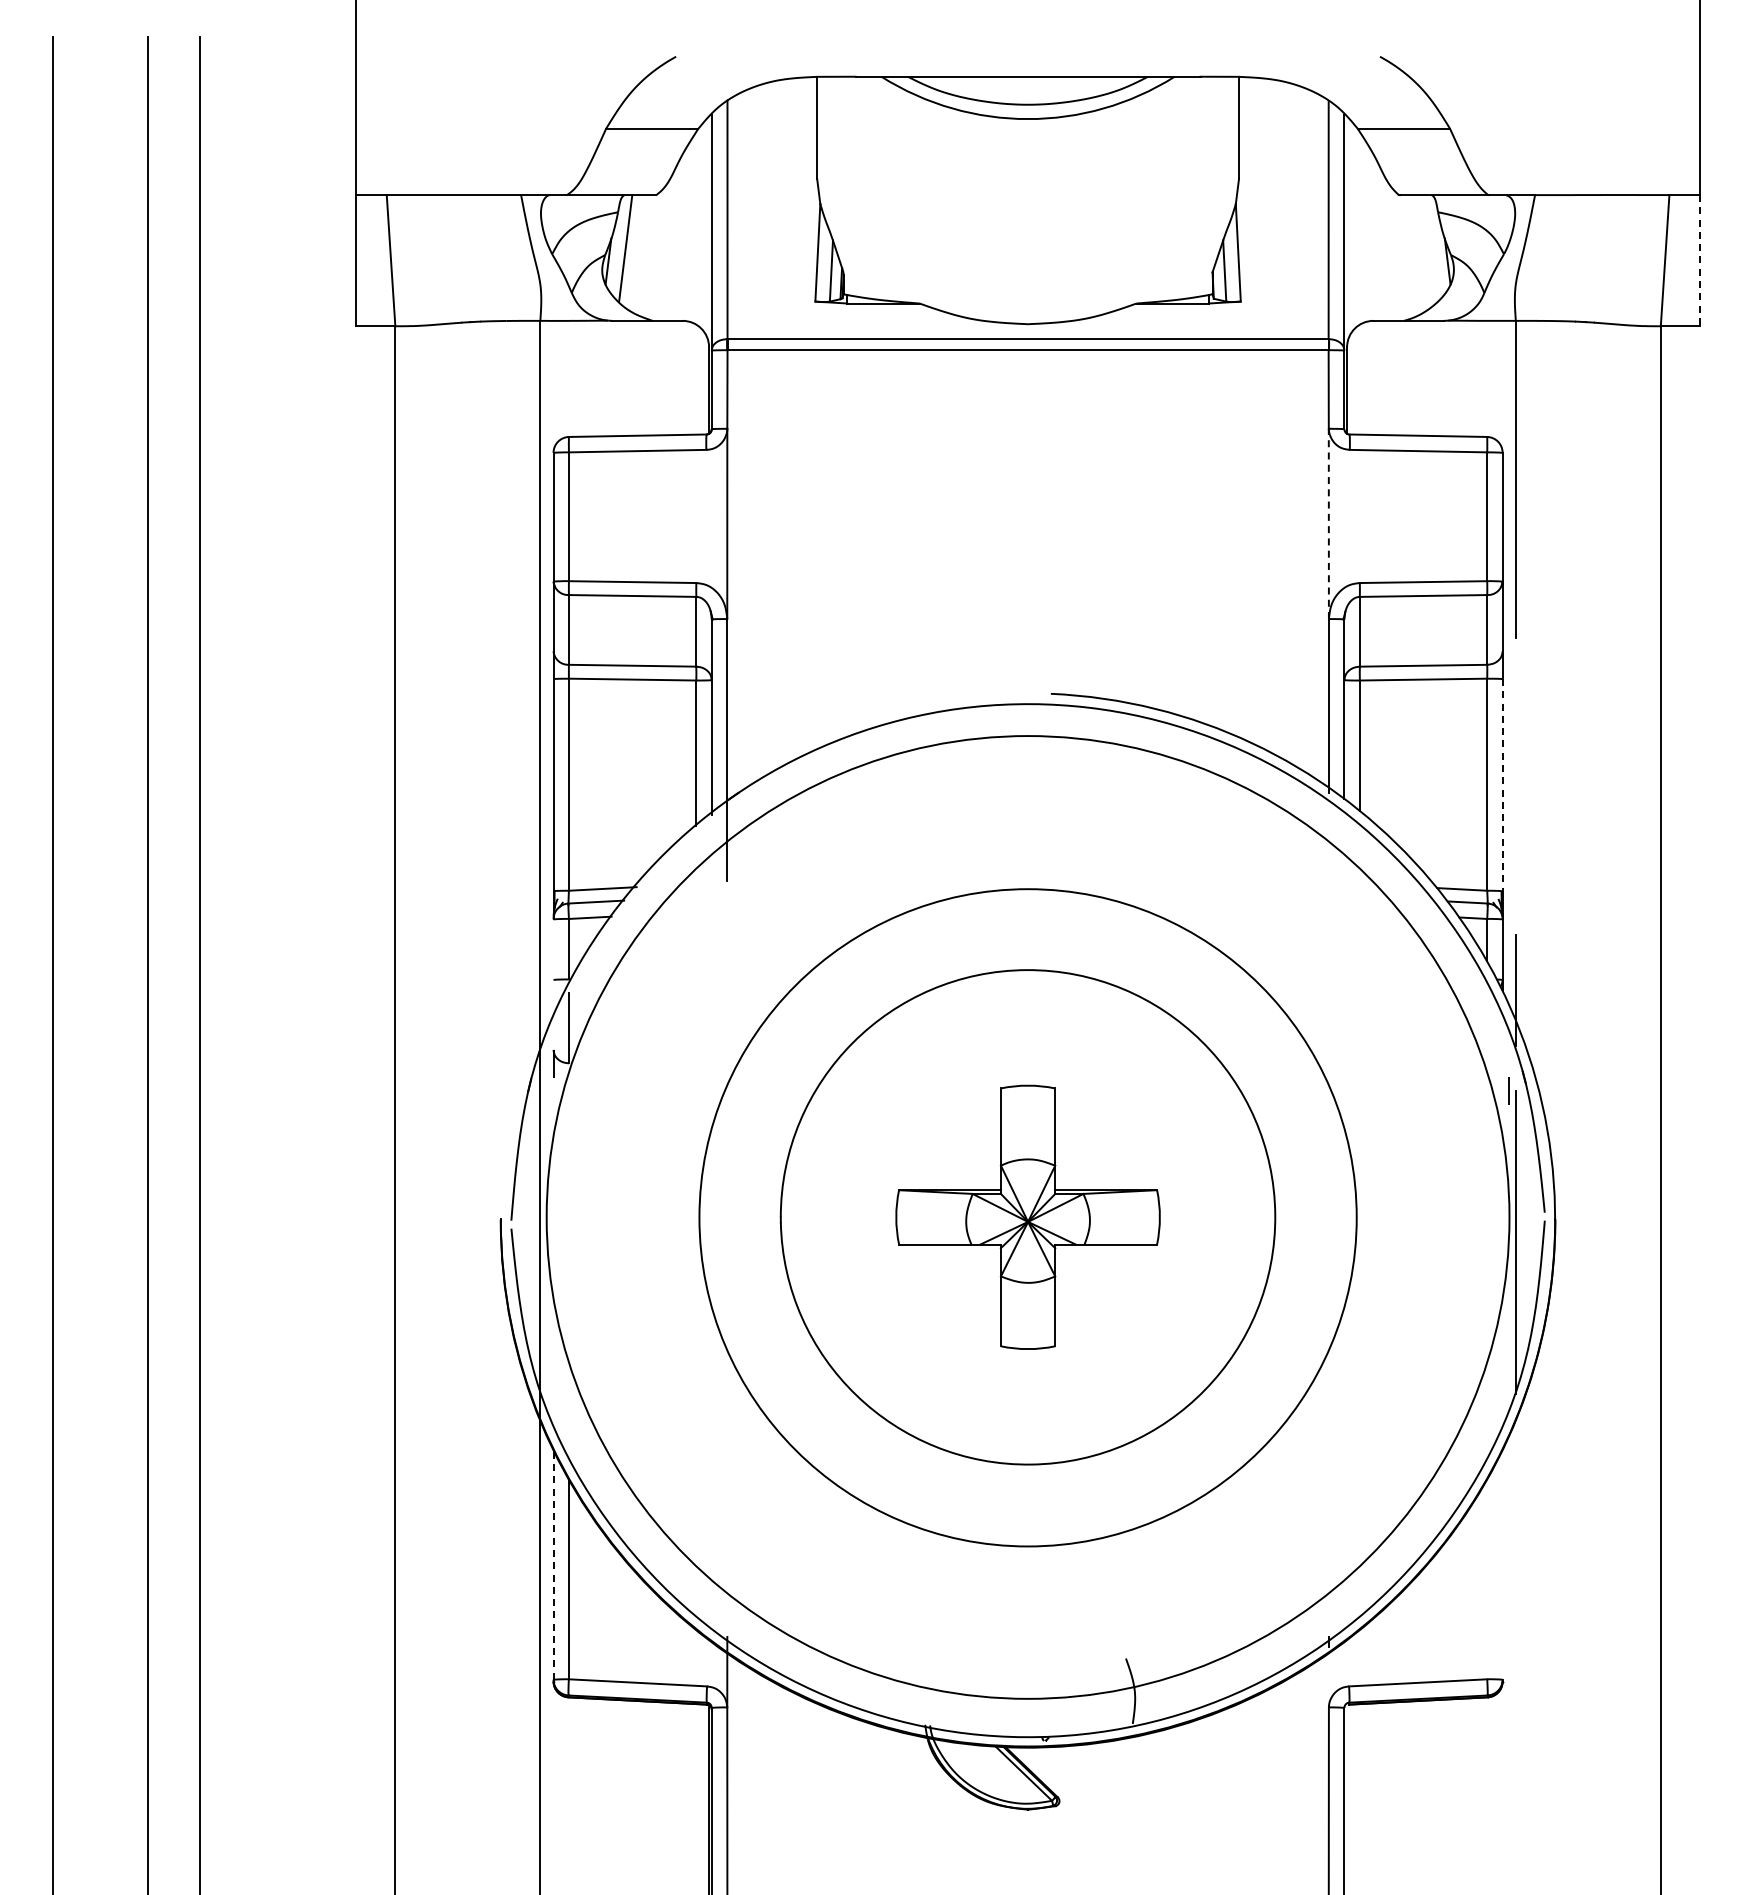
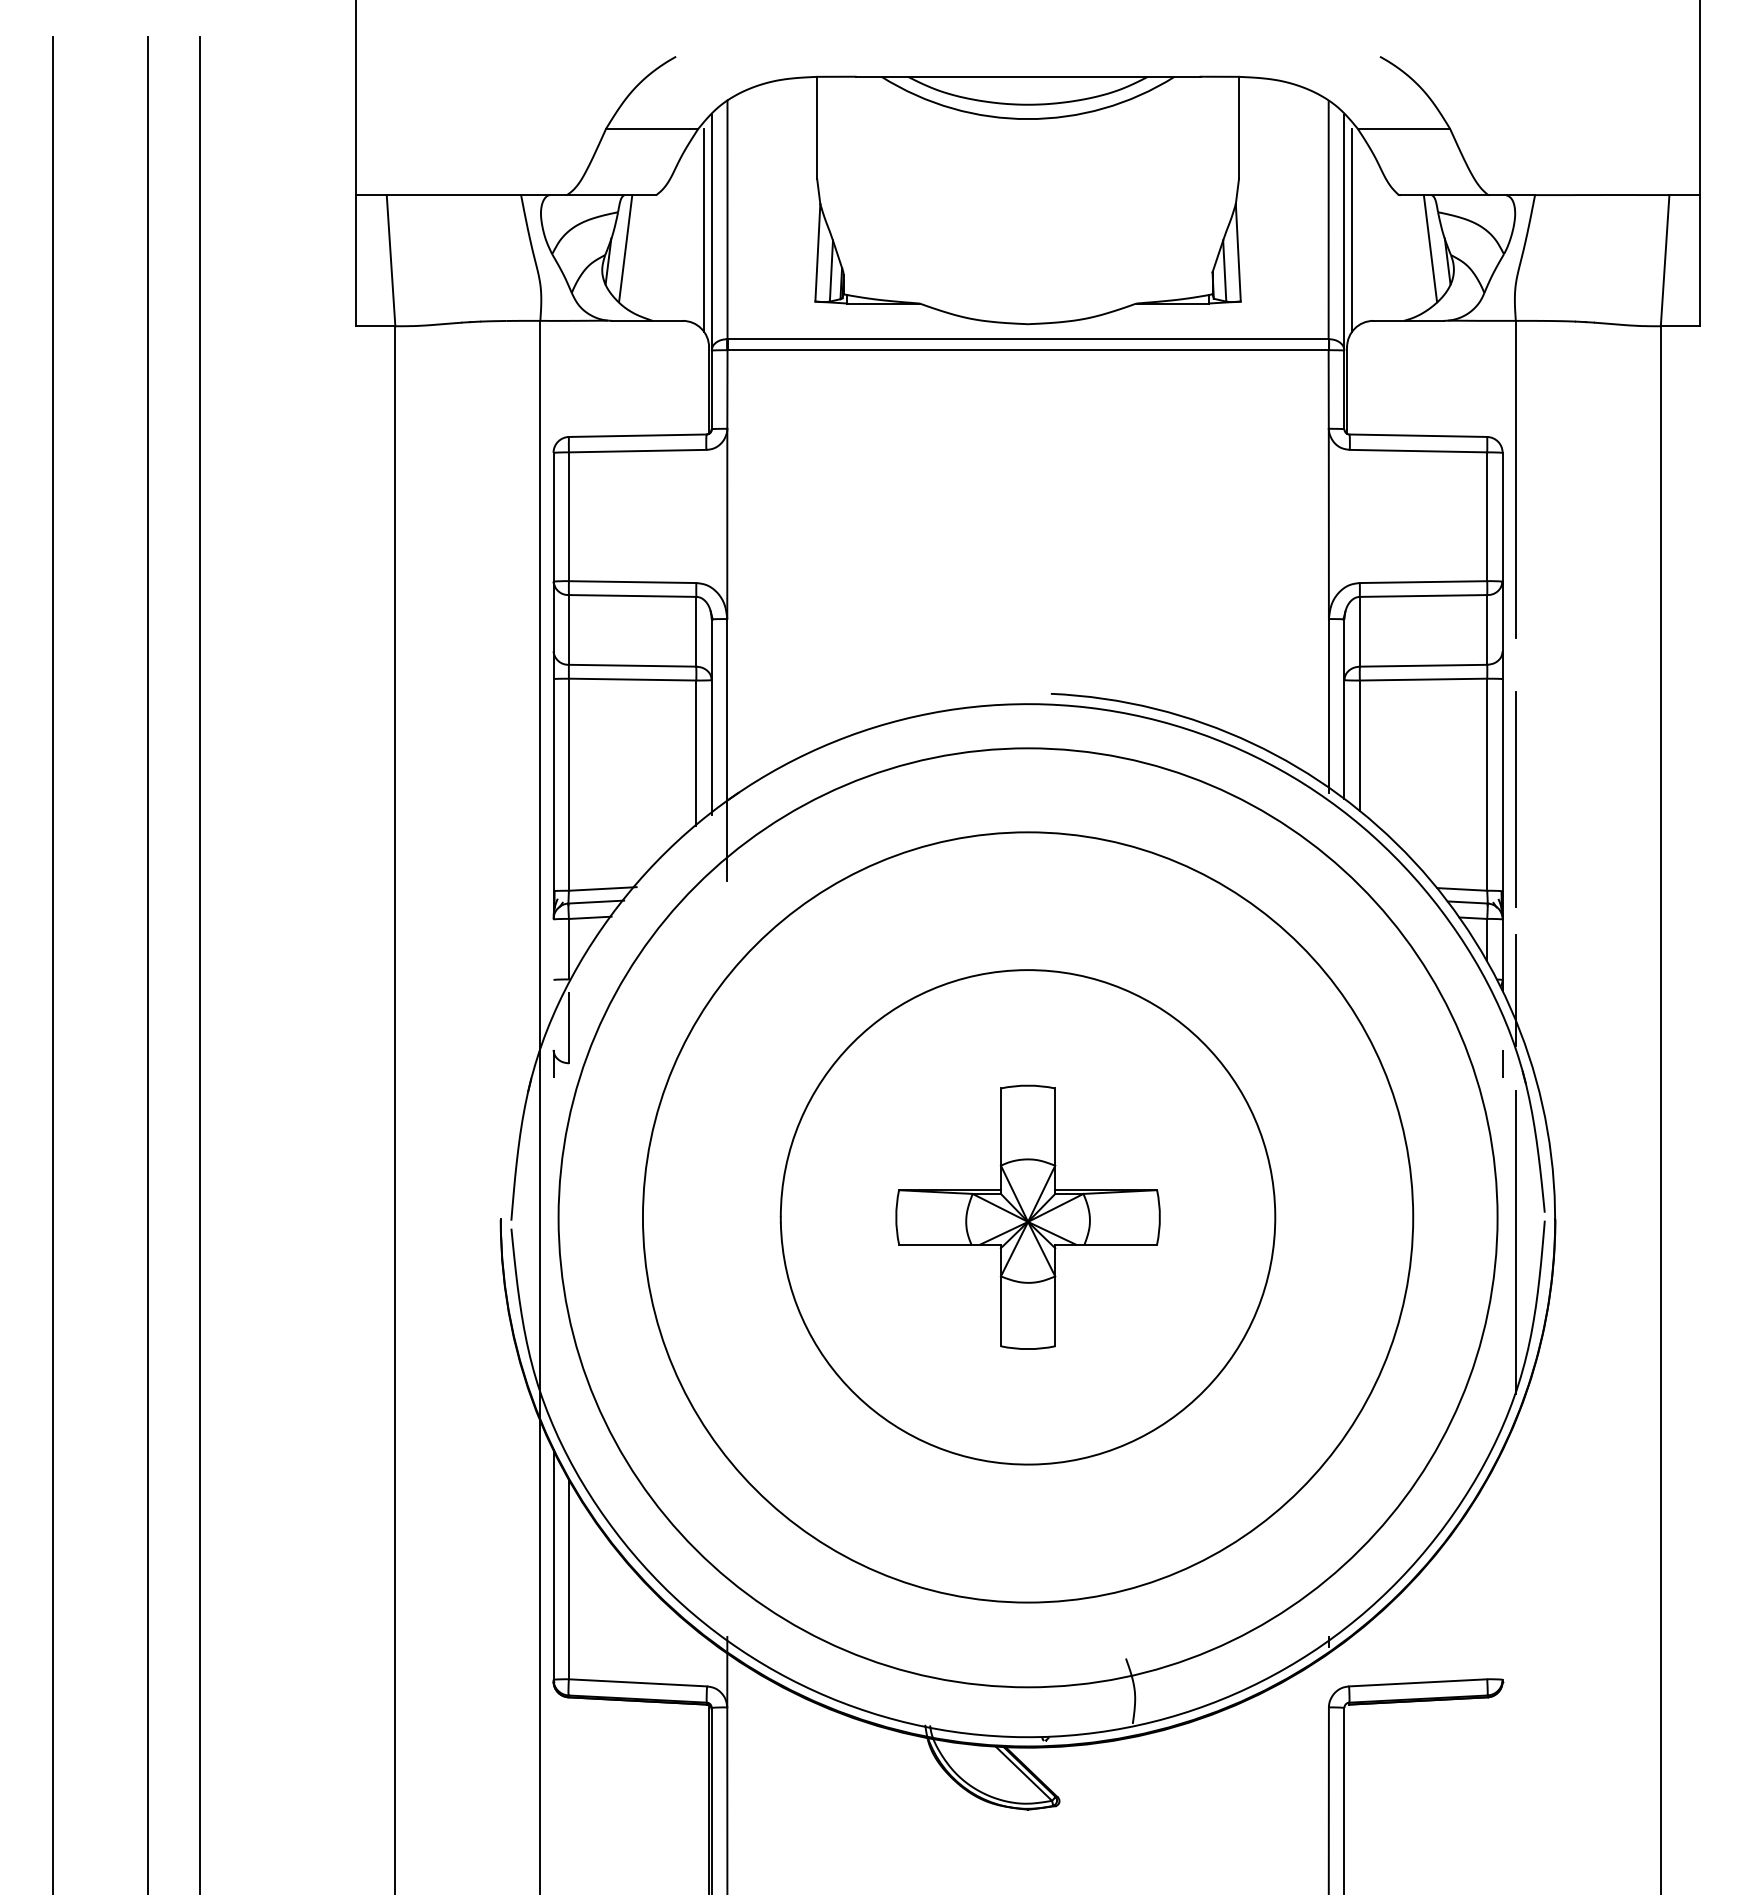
line at (703, 230): none -> present
line at (1352, 230): none -> present
line at (1430, 248): none -> present
line at (1700, 260): dashed -> solid
line at (1328, 523): dashed -> solid
line at (1502, 785): dashed -> solid
line at (1515, 799): none -> present
line at (1508, 1090) position: (1508, 1090) -> (1502, 1063)
circle at (1027, 1217) diameter: 657 px -> 939 px
circle at (1027, 1217) diameter: 963 px -> 770 px
line at (553, 1564): dashed -> solid
